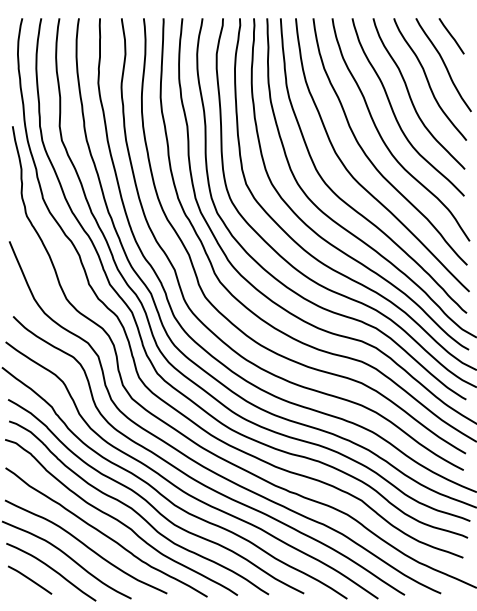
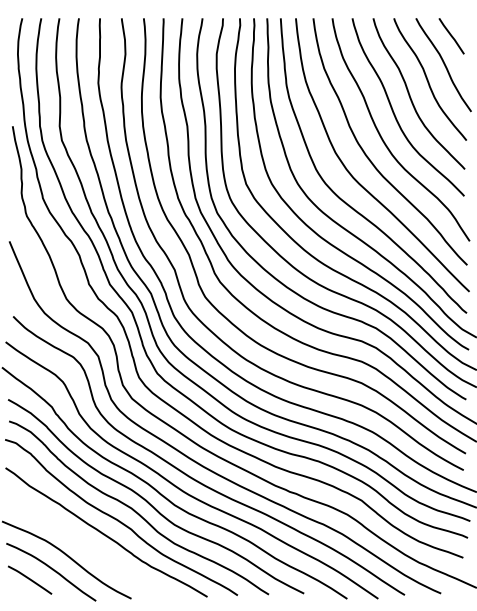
curve at (85, 546): present -> none
